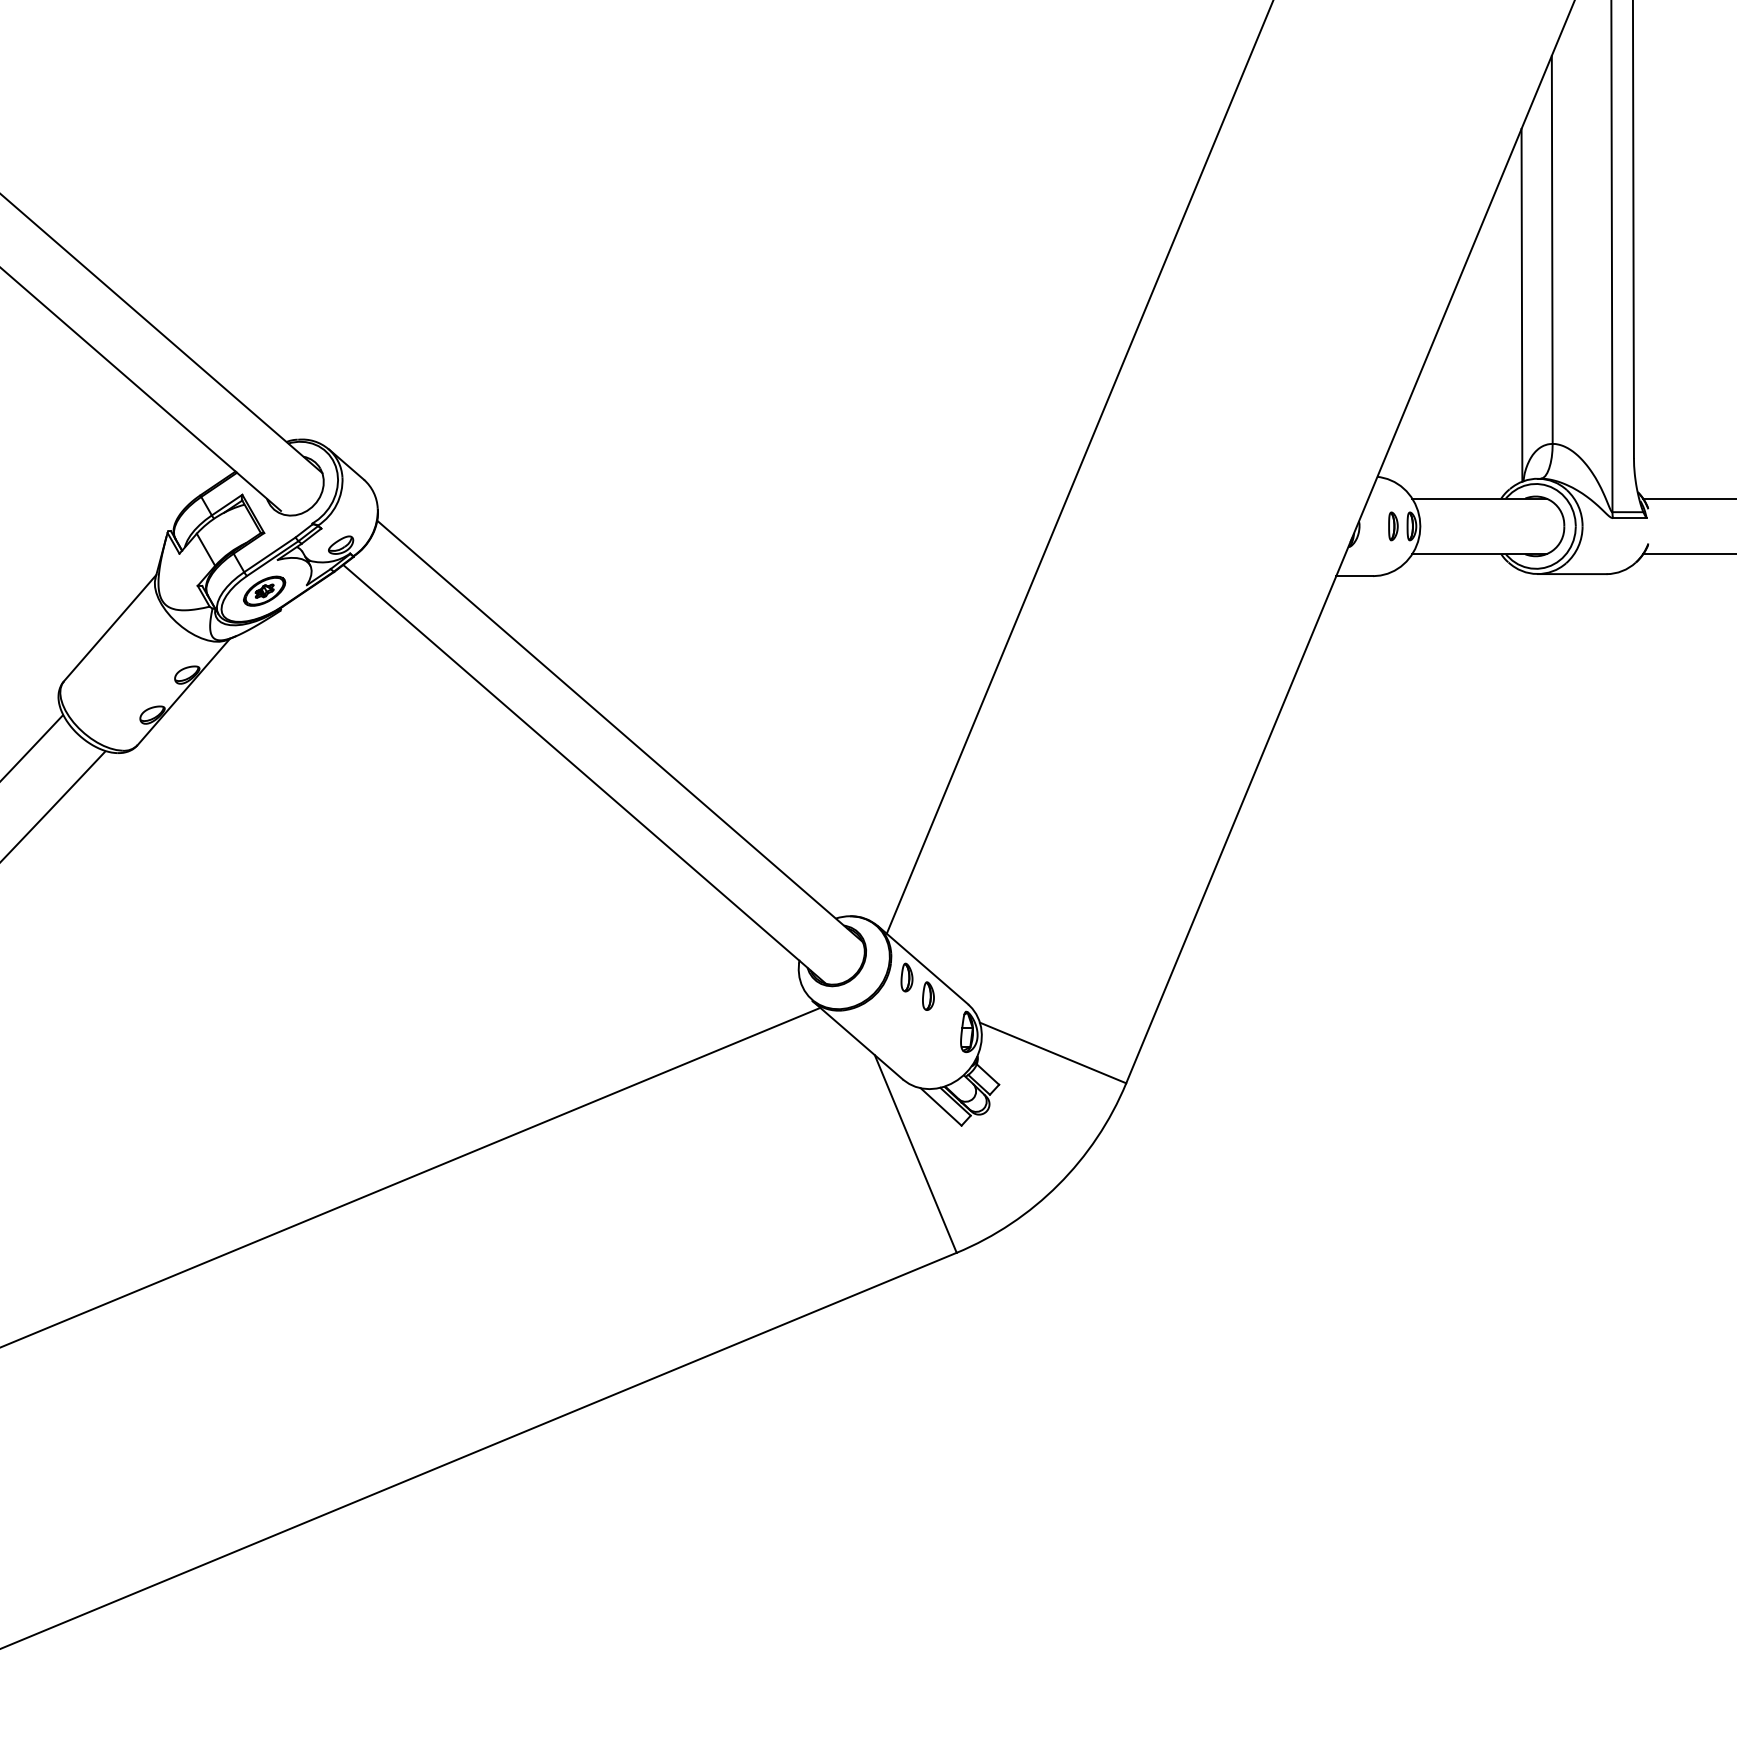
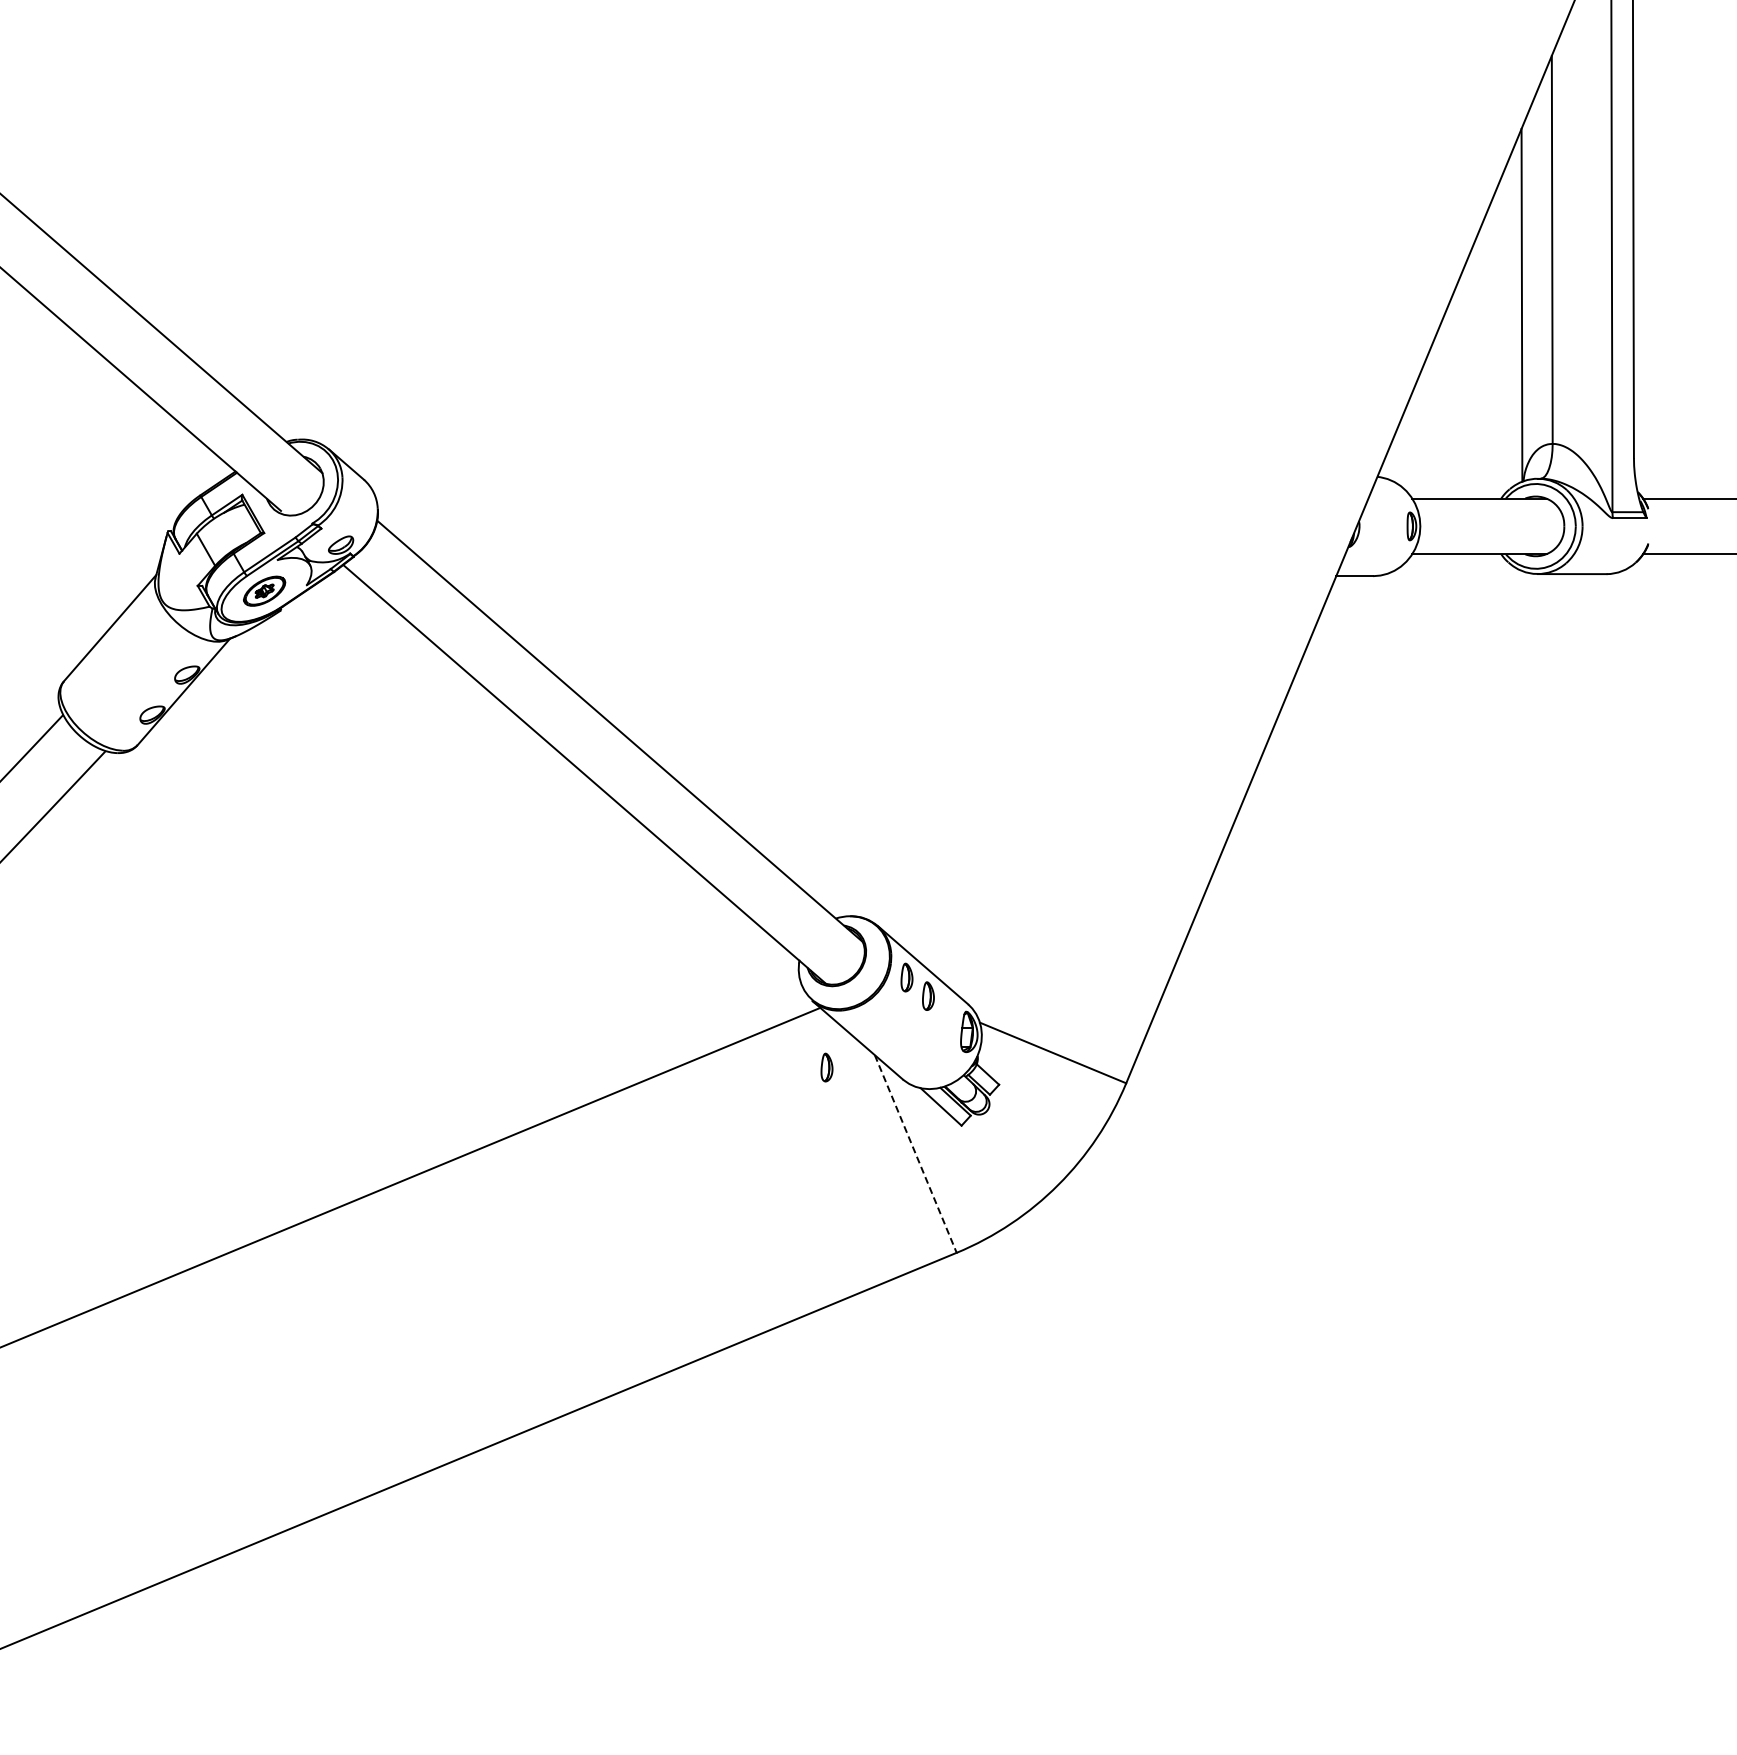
line at (1079, 467): present -> none
part at (1393, 526): present -> none
part at (826, 1067): none -> present
line at (915, 1153): solid -> dashed
